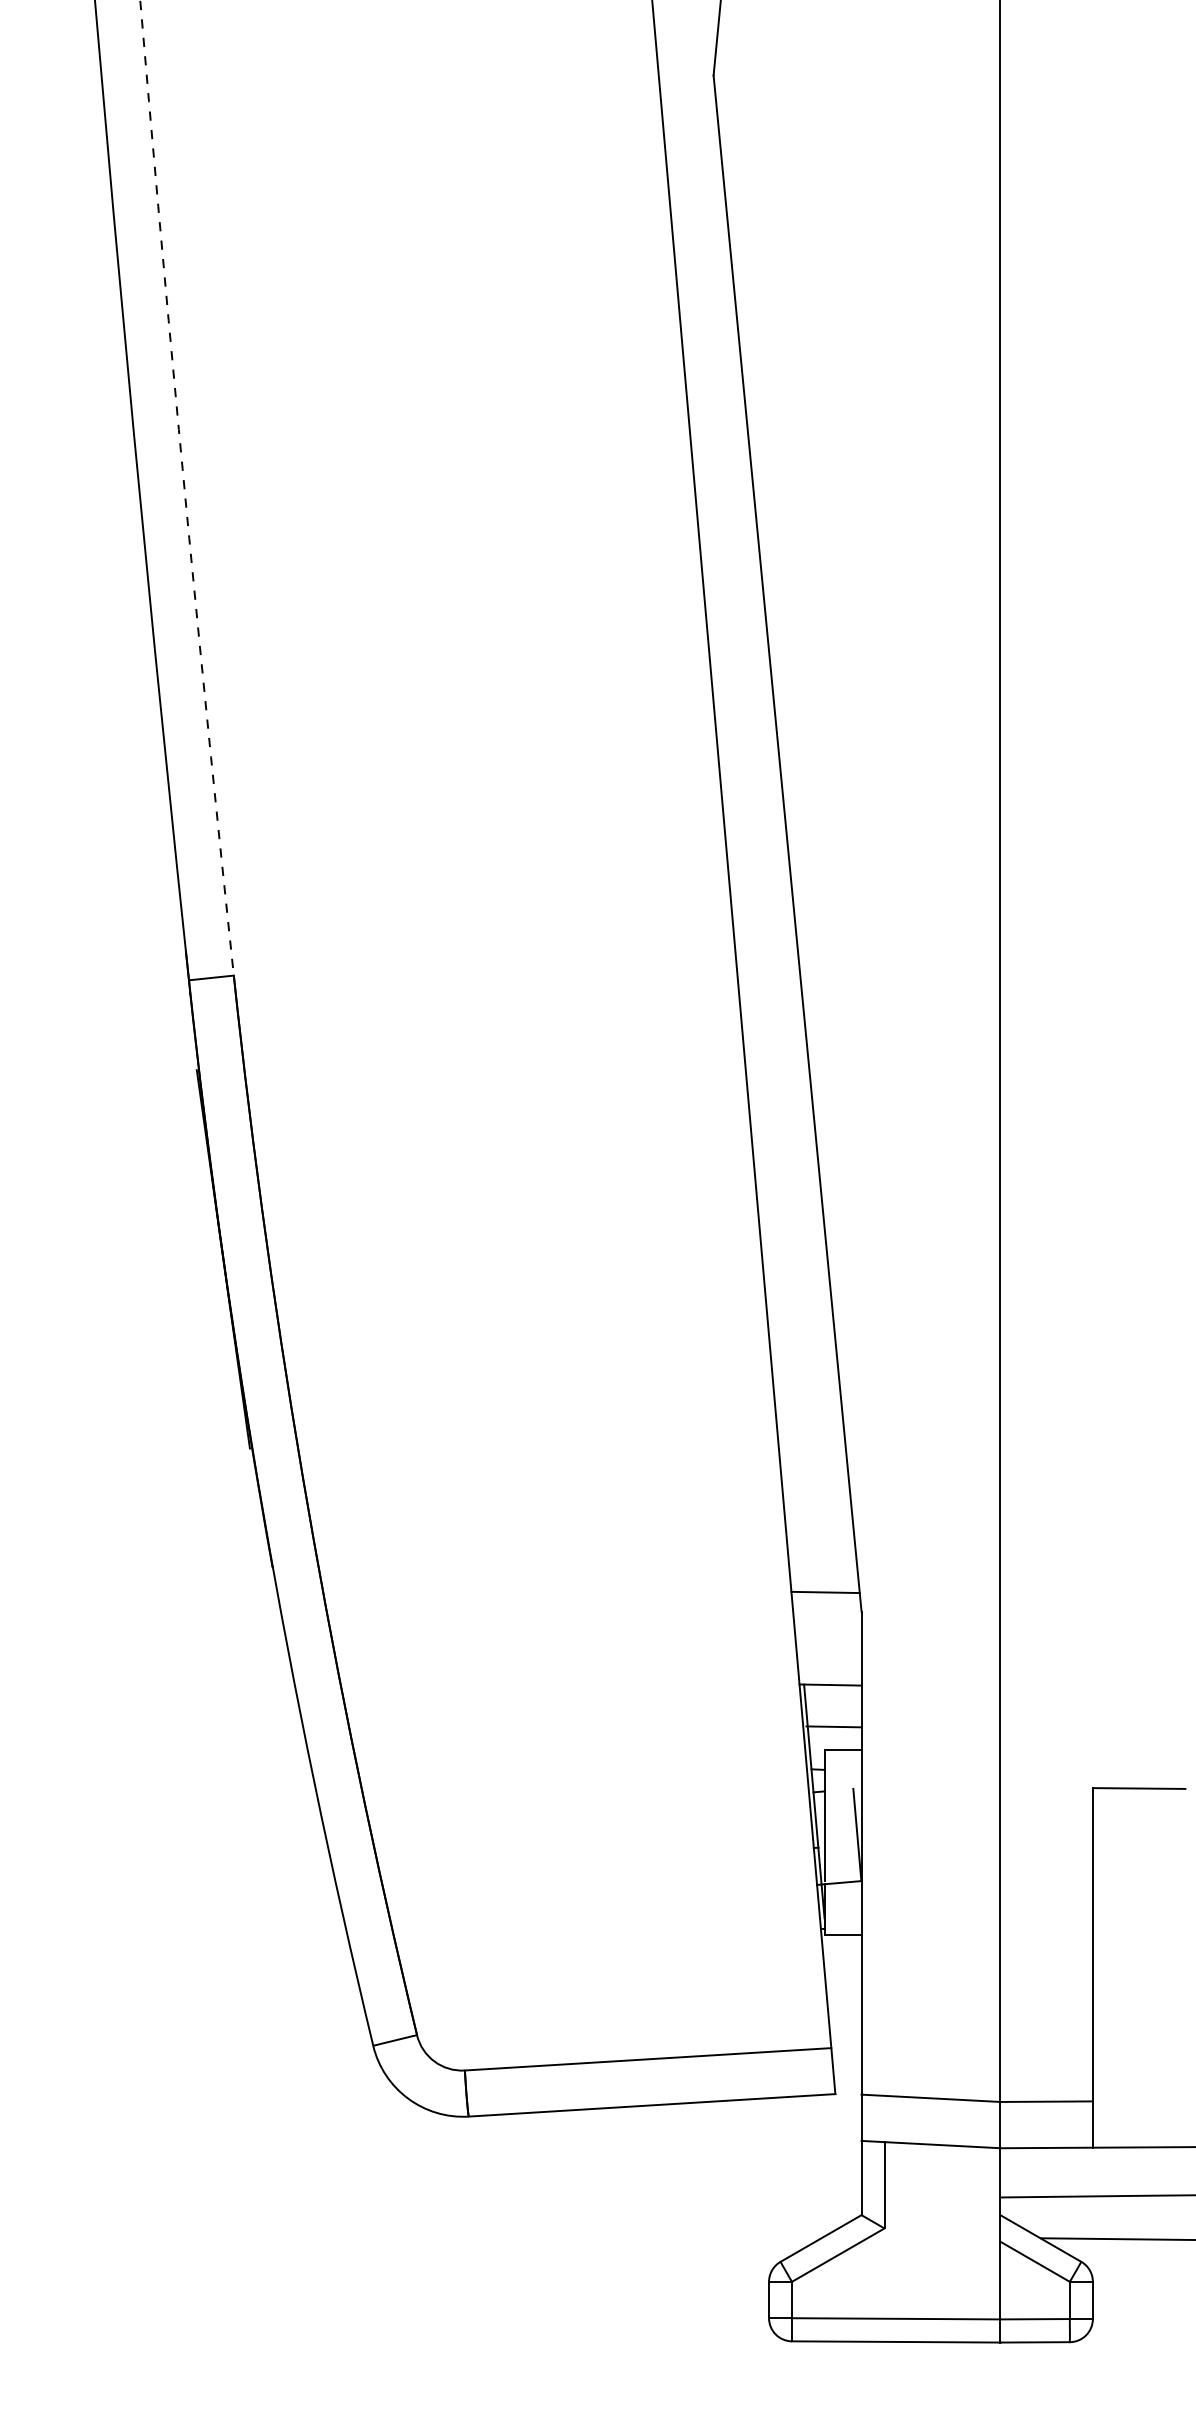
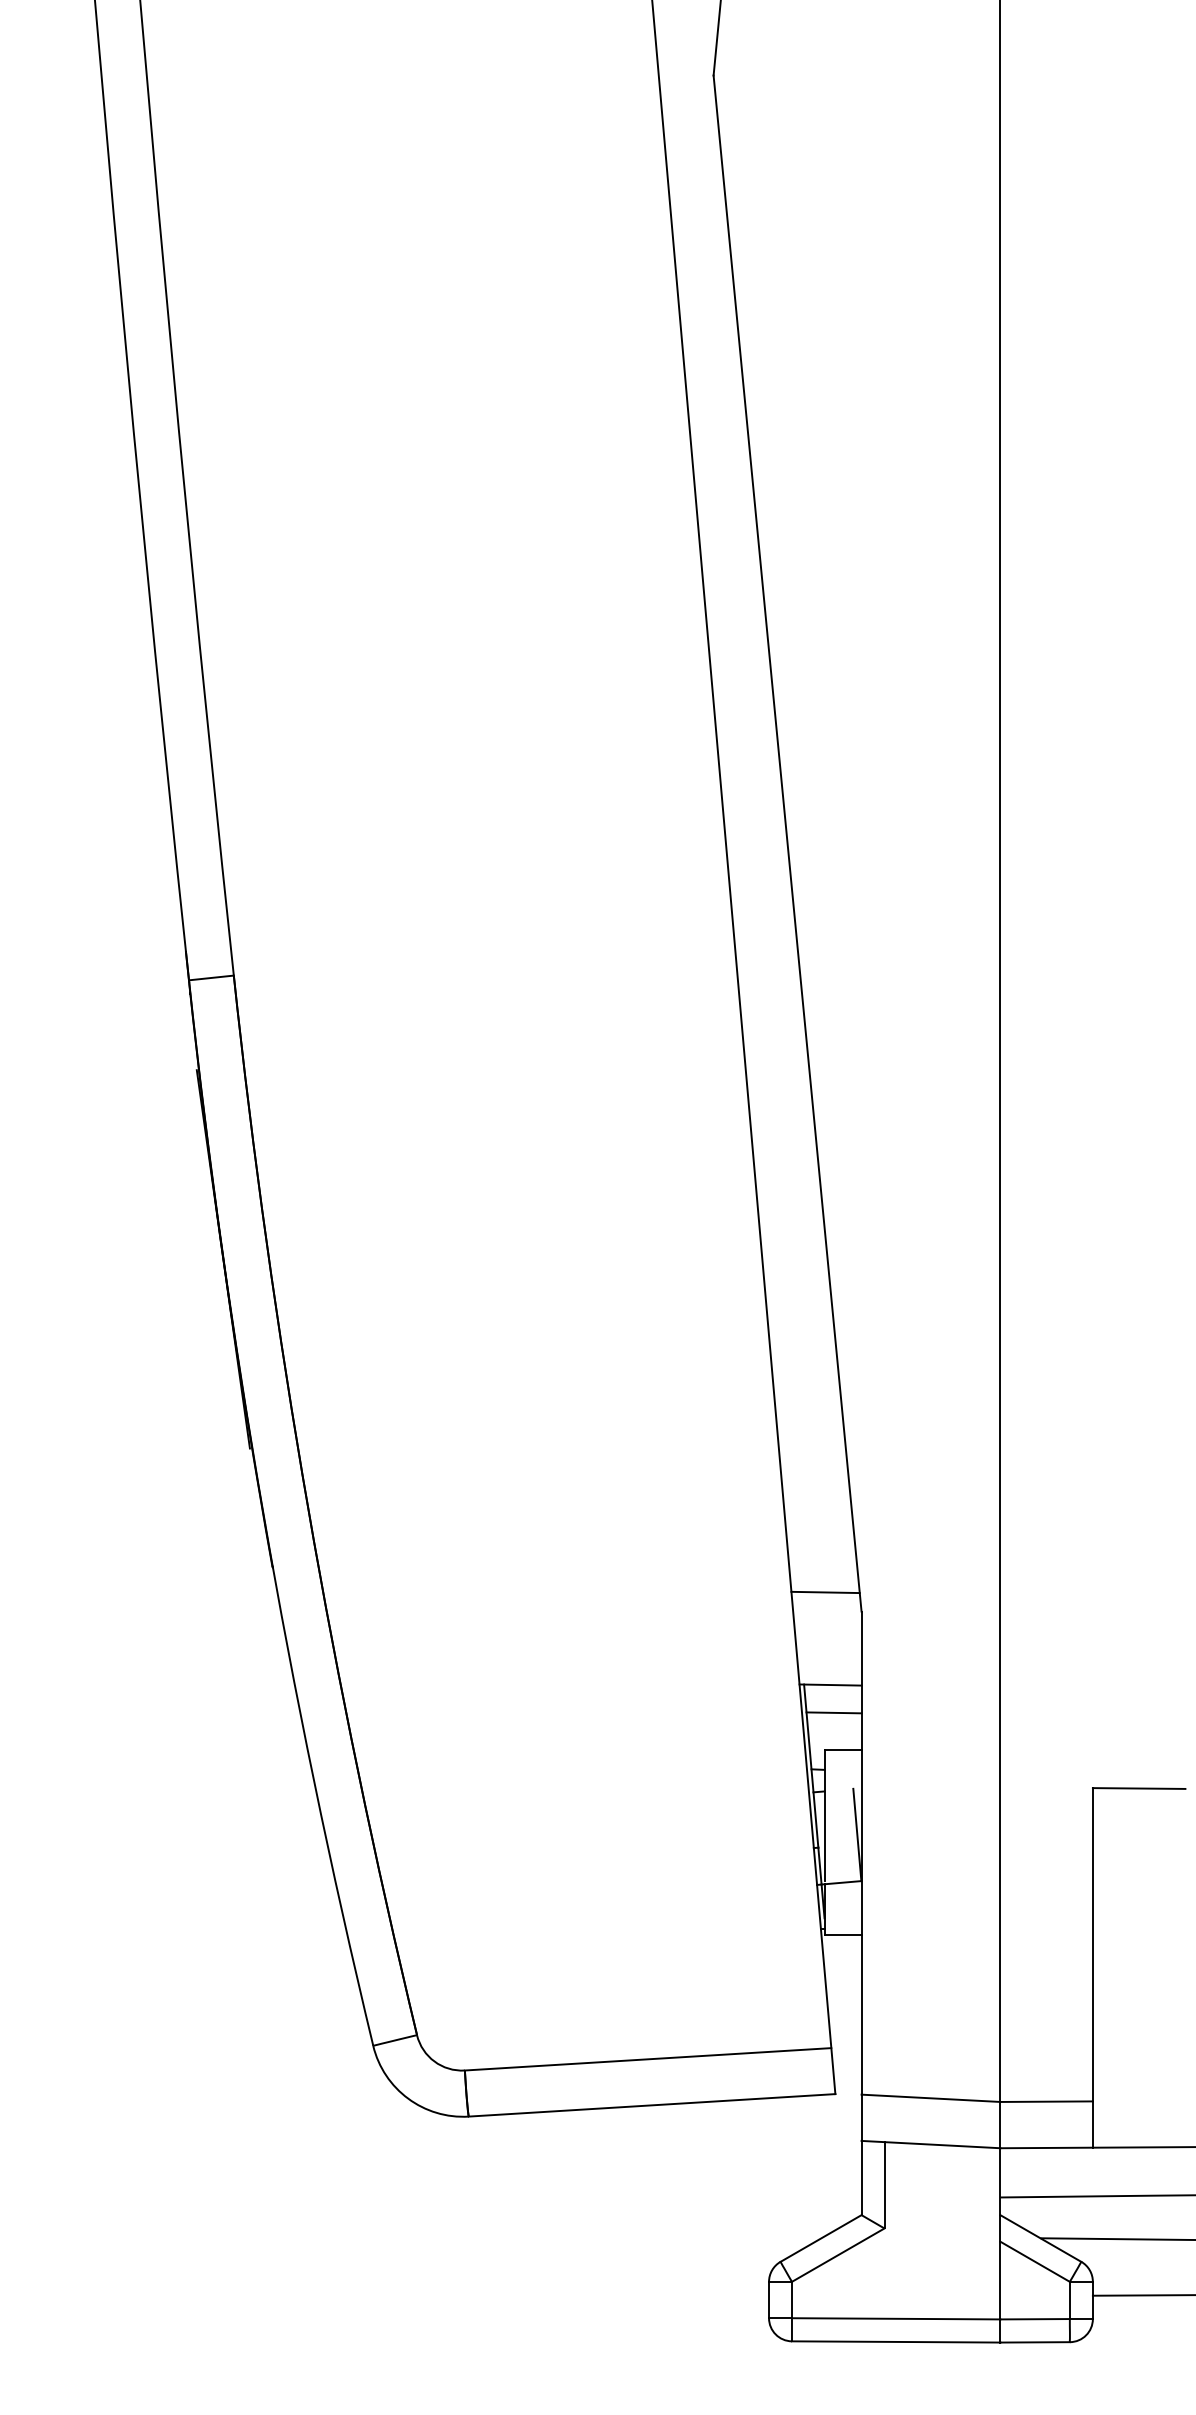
arc at (184, 488): dashed -> solid
line at (833, 1726) position: (833, 1726) -> (833, 1712)
line at (1142, 2295): none -> present
